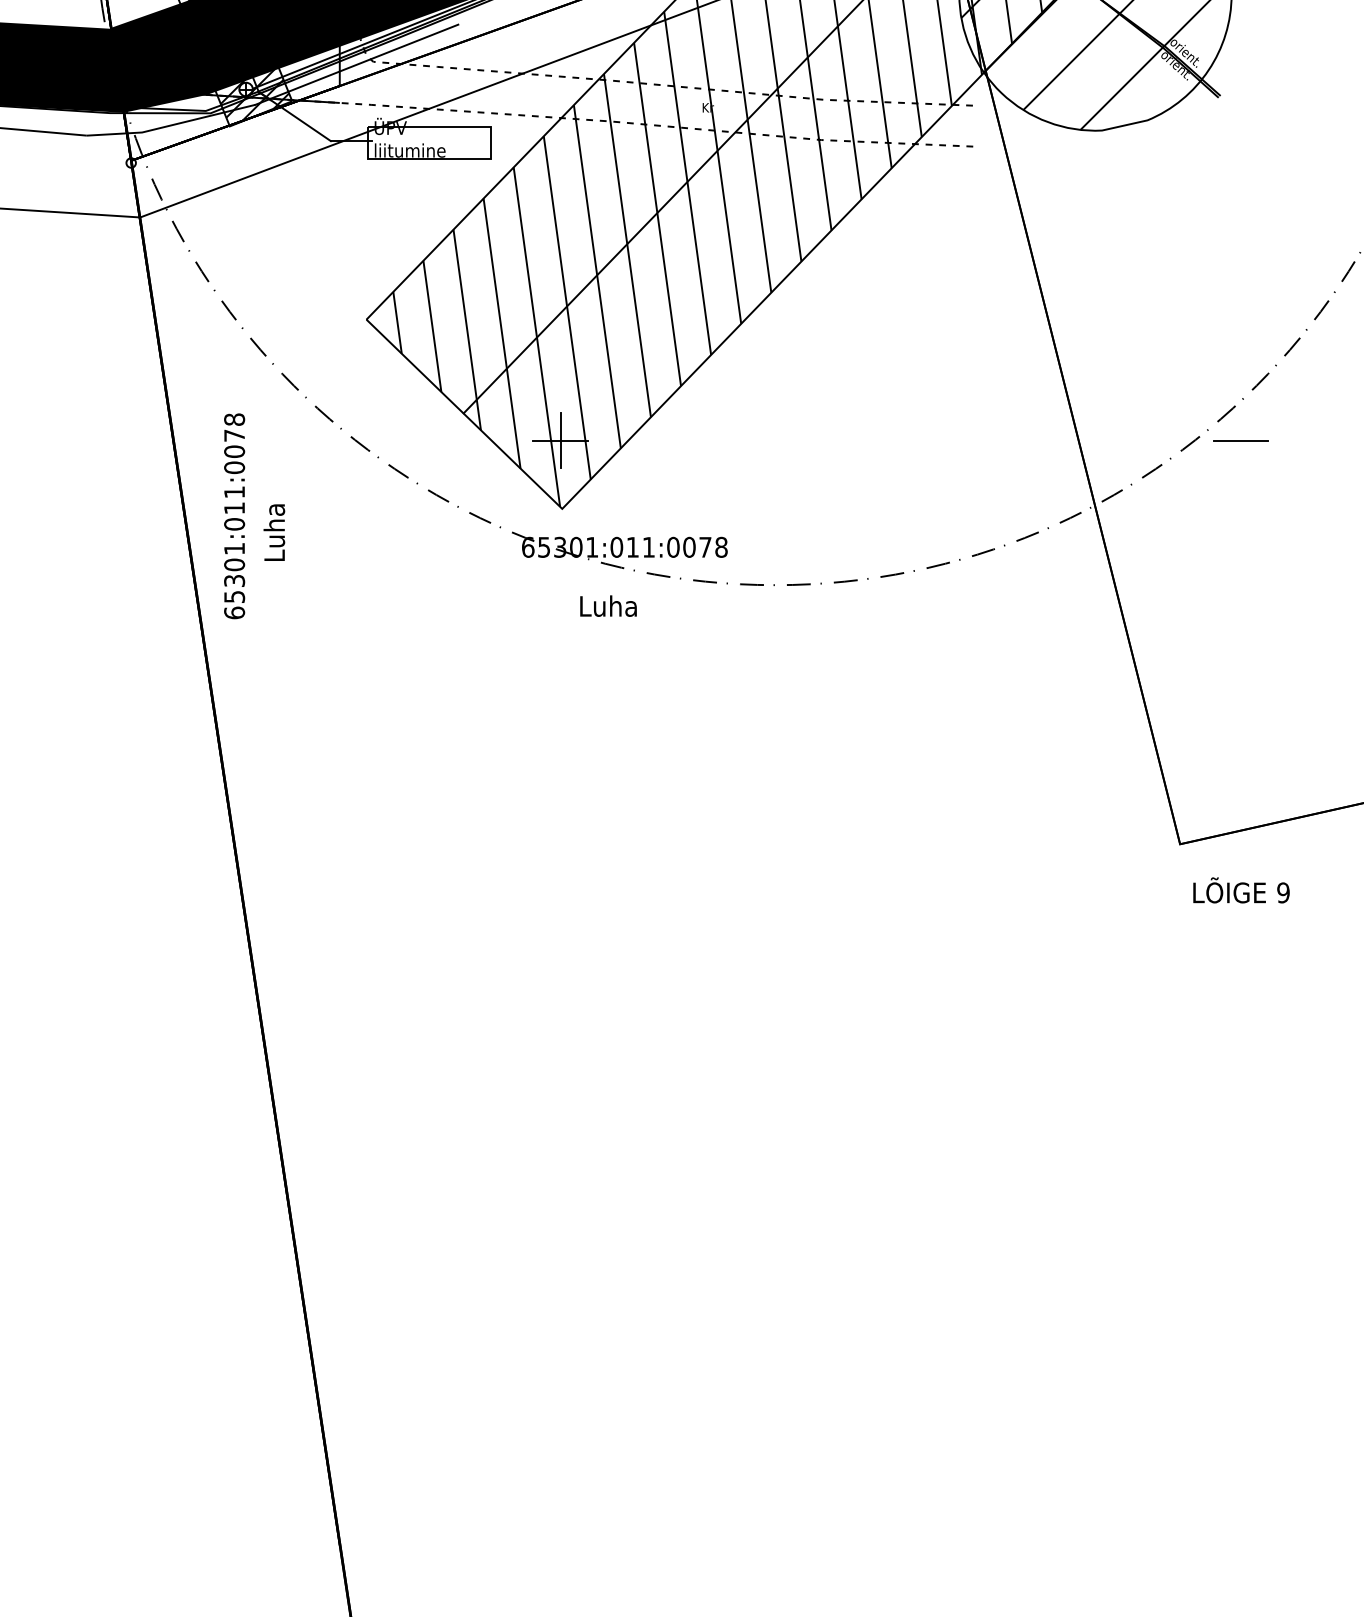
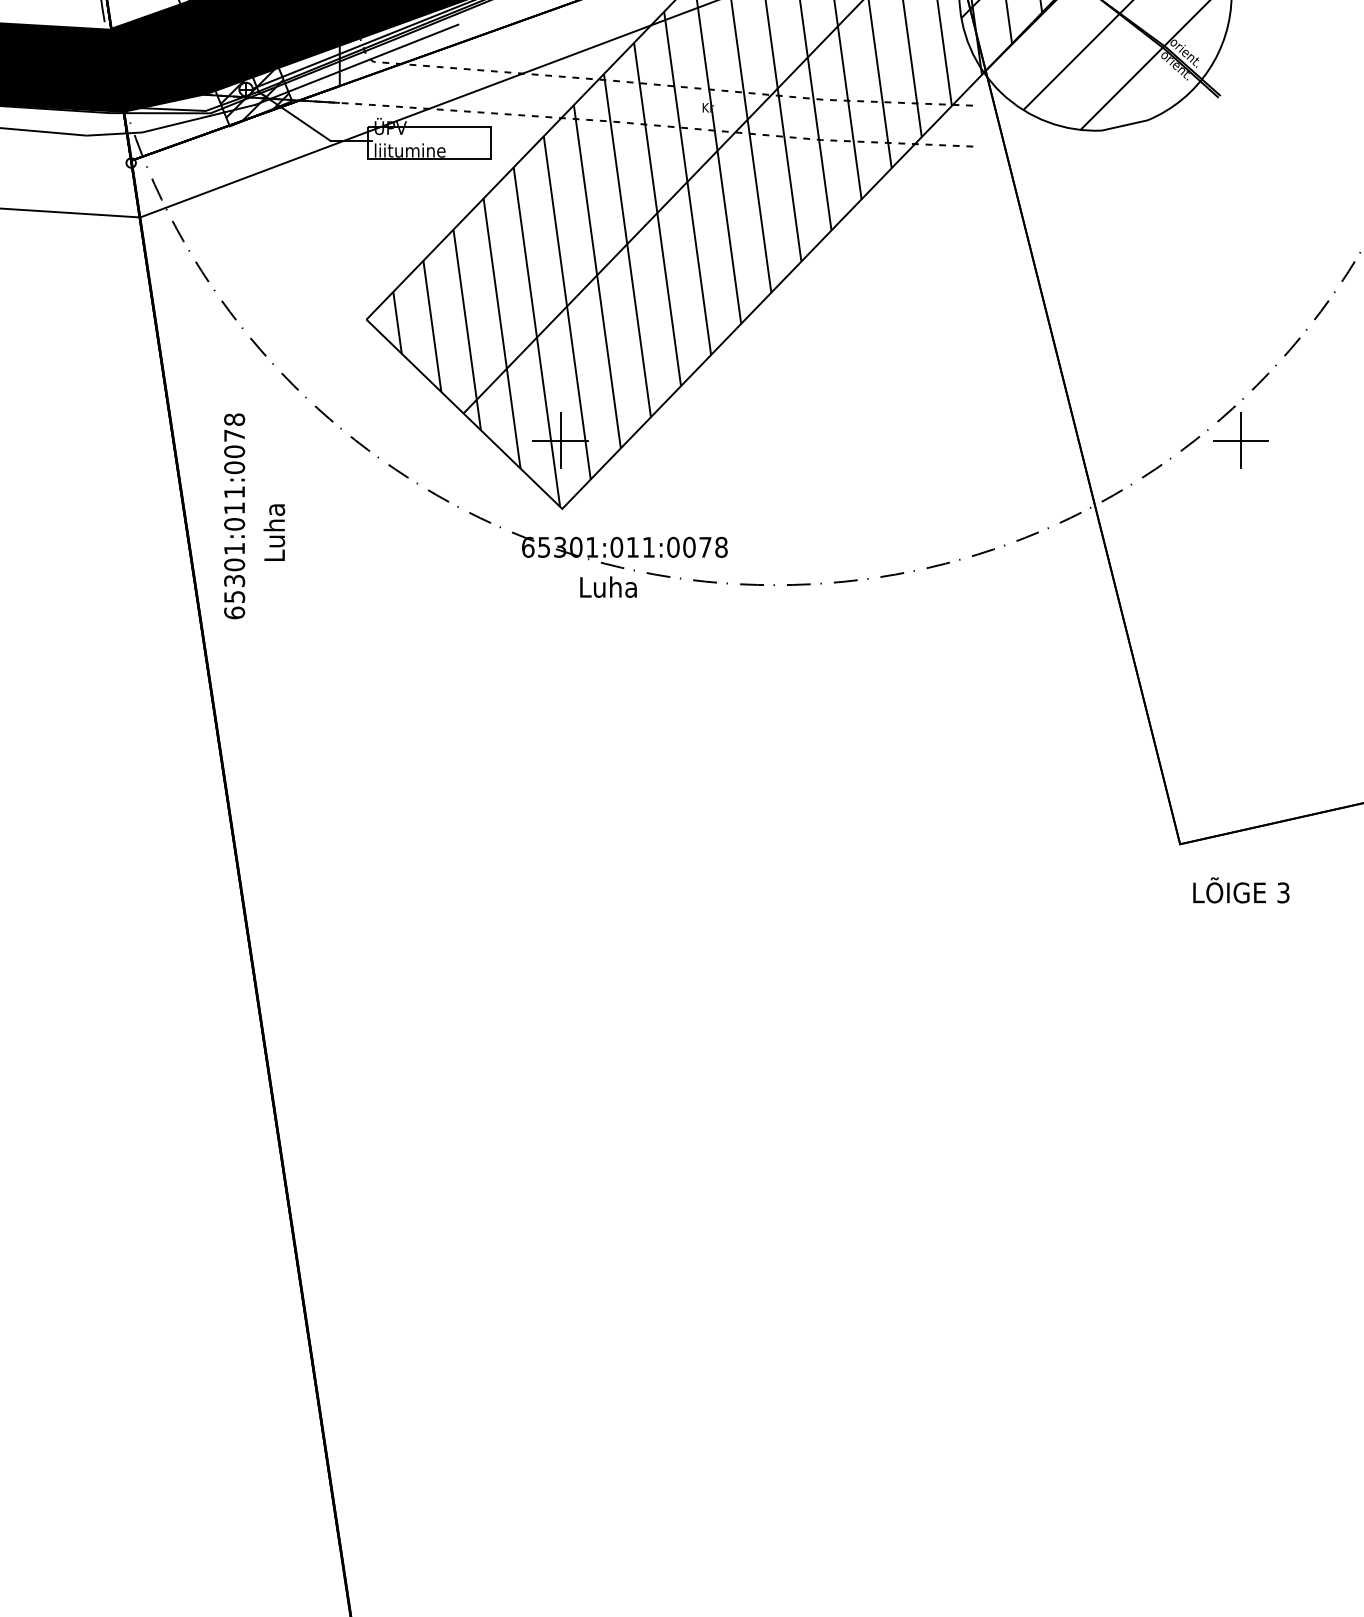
line at (1241, 440): none -> present
text at (608, 605) position: (608, 605) -> (608, 586)
text at (1283, 892): 9 -> 3
